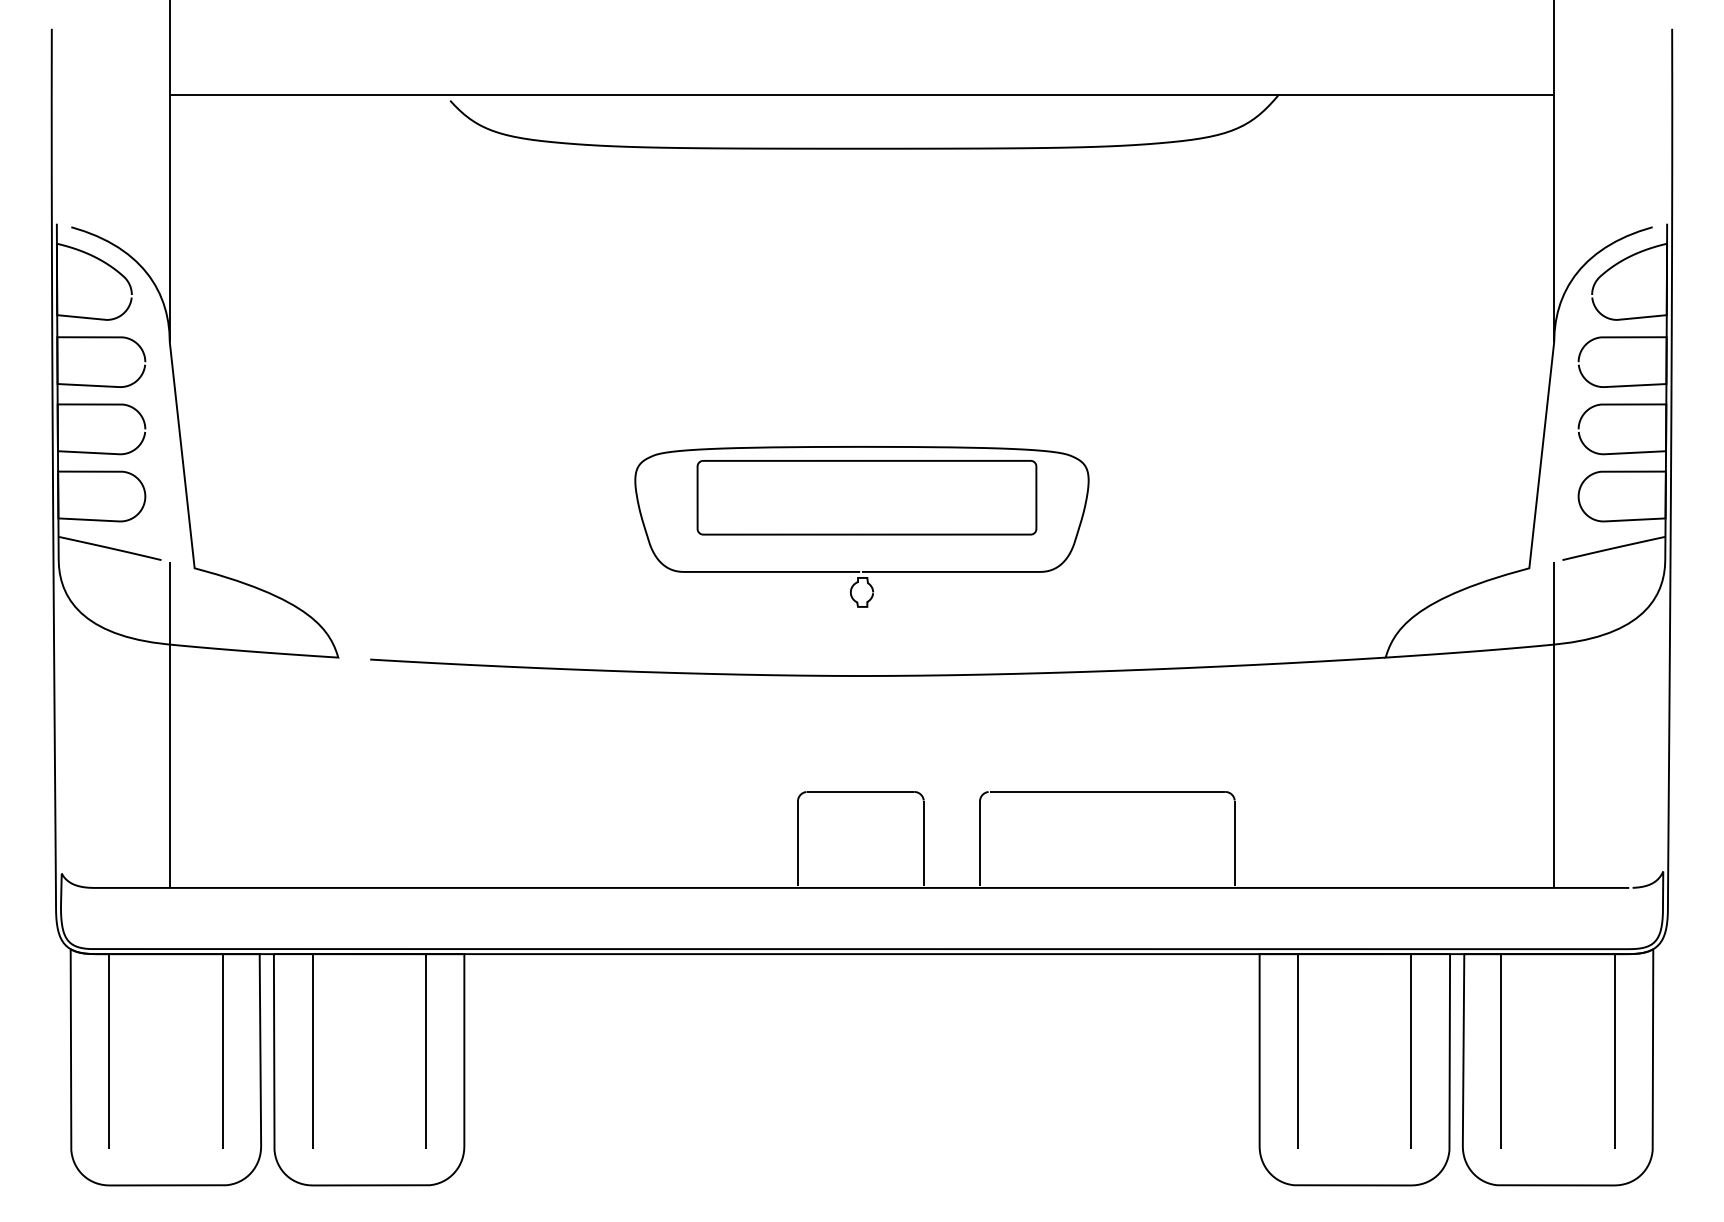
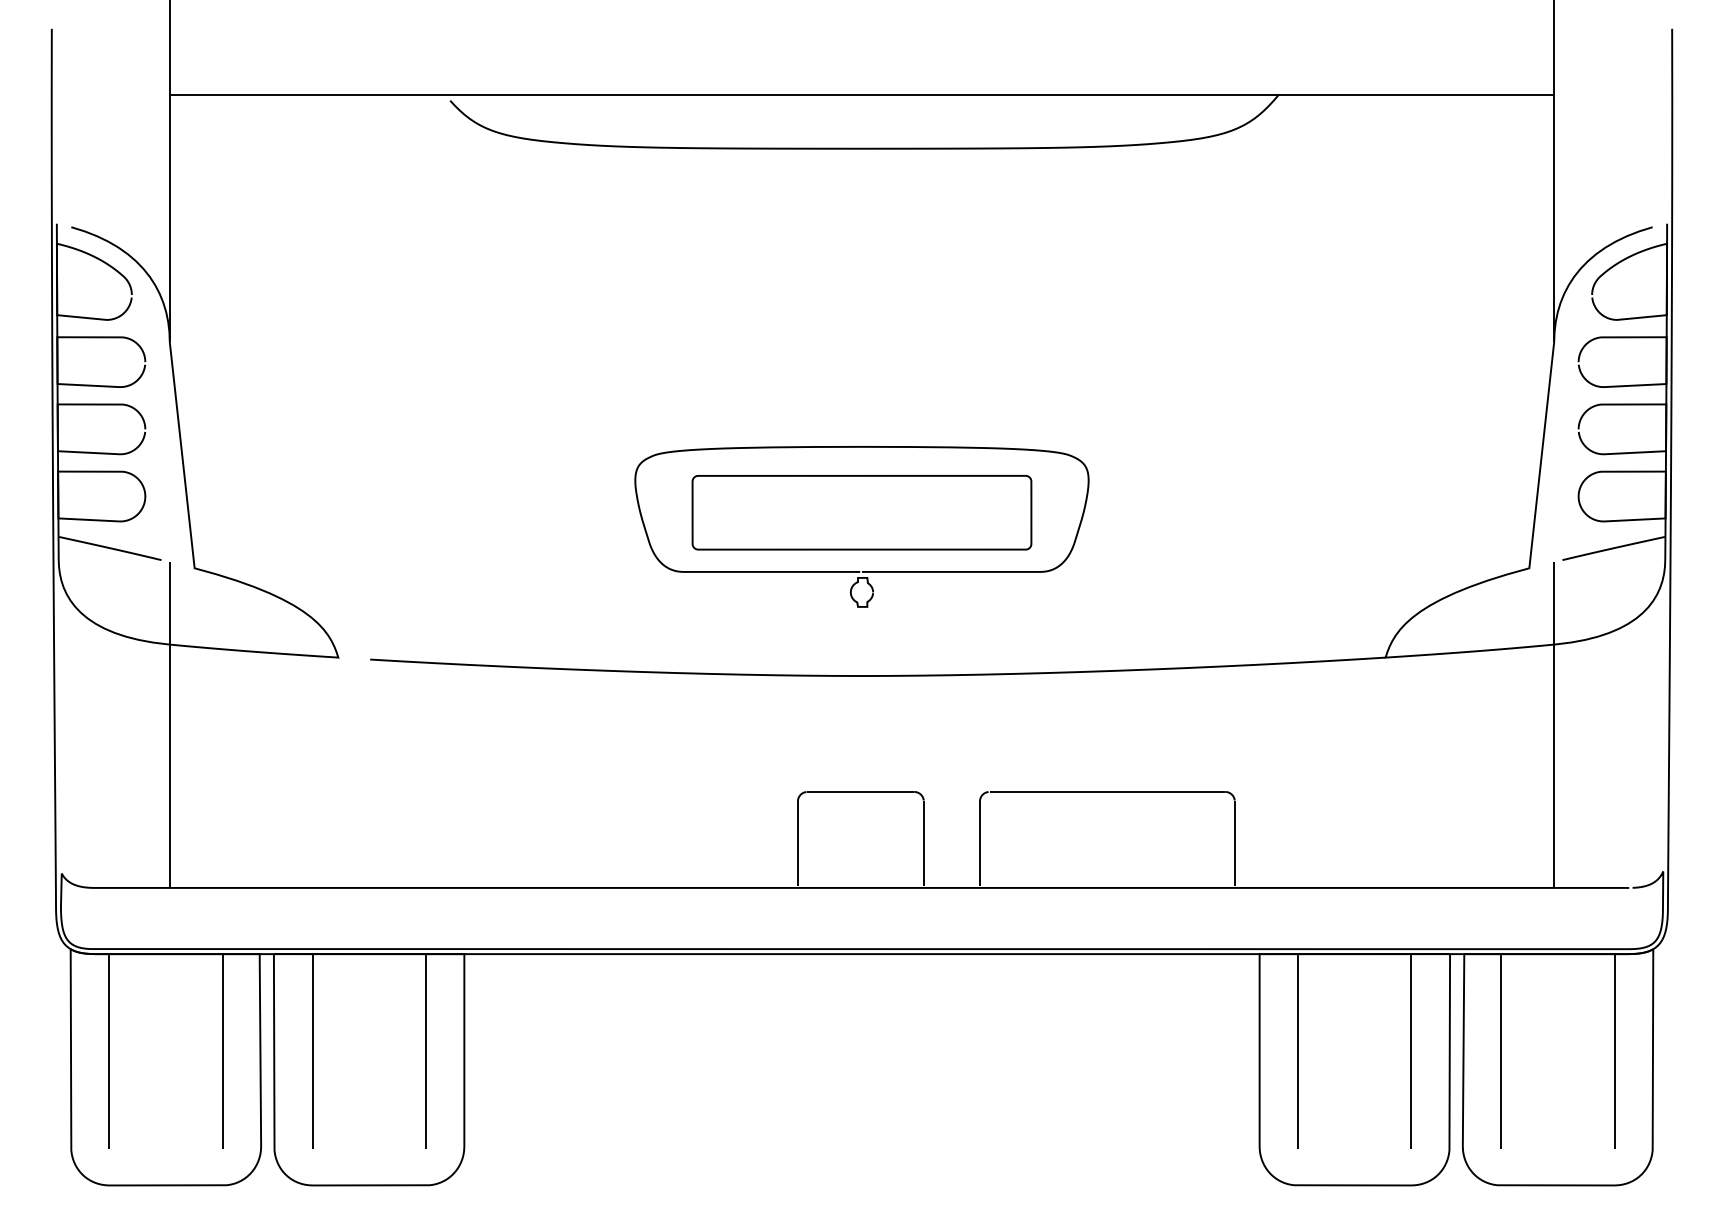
part at (866, 497) position: (866, 497) -> (861, 512)
